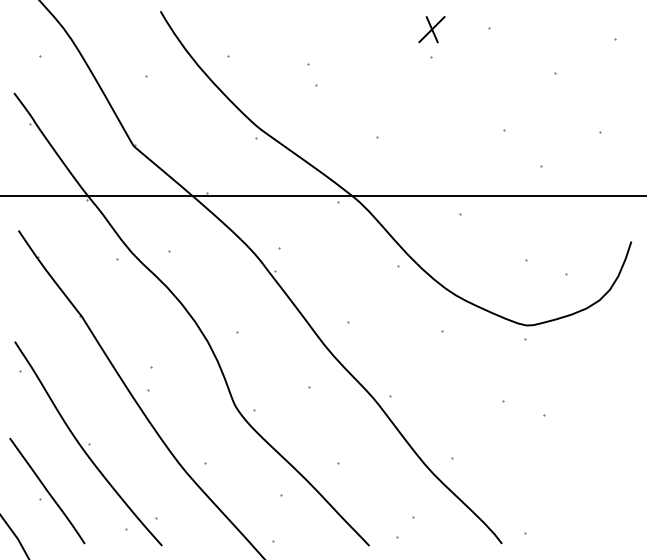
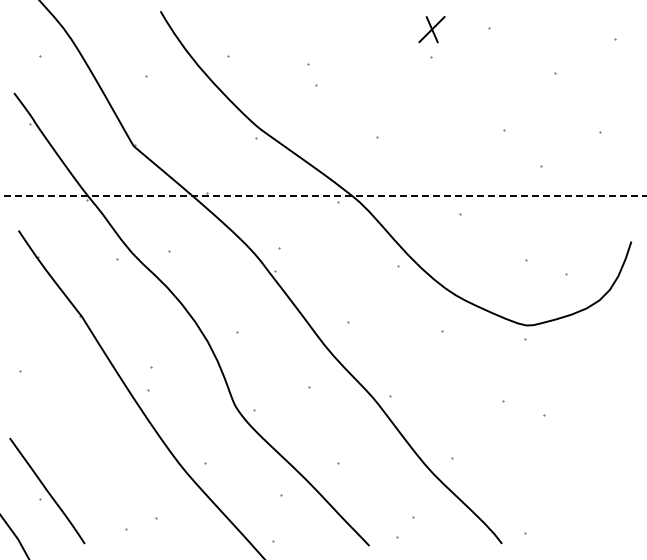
line at (322, 196): solid -> dashed
part at (88, 443): present -> none
